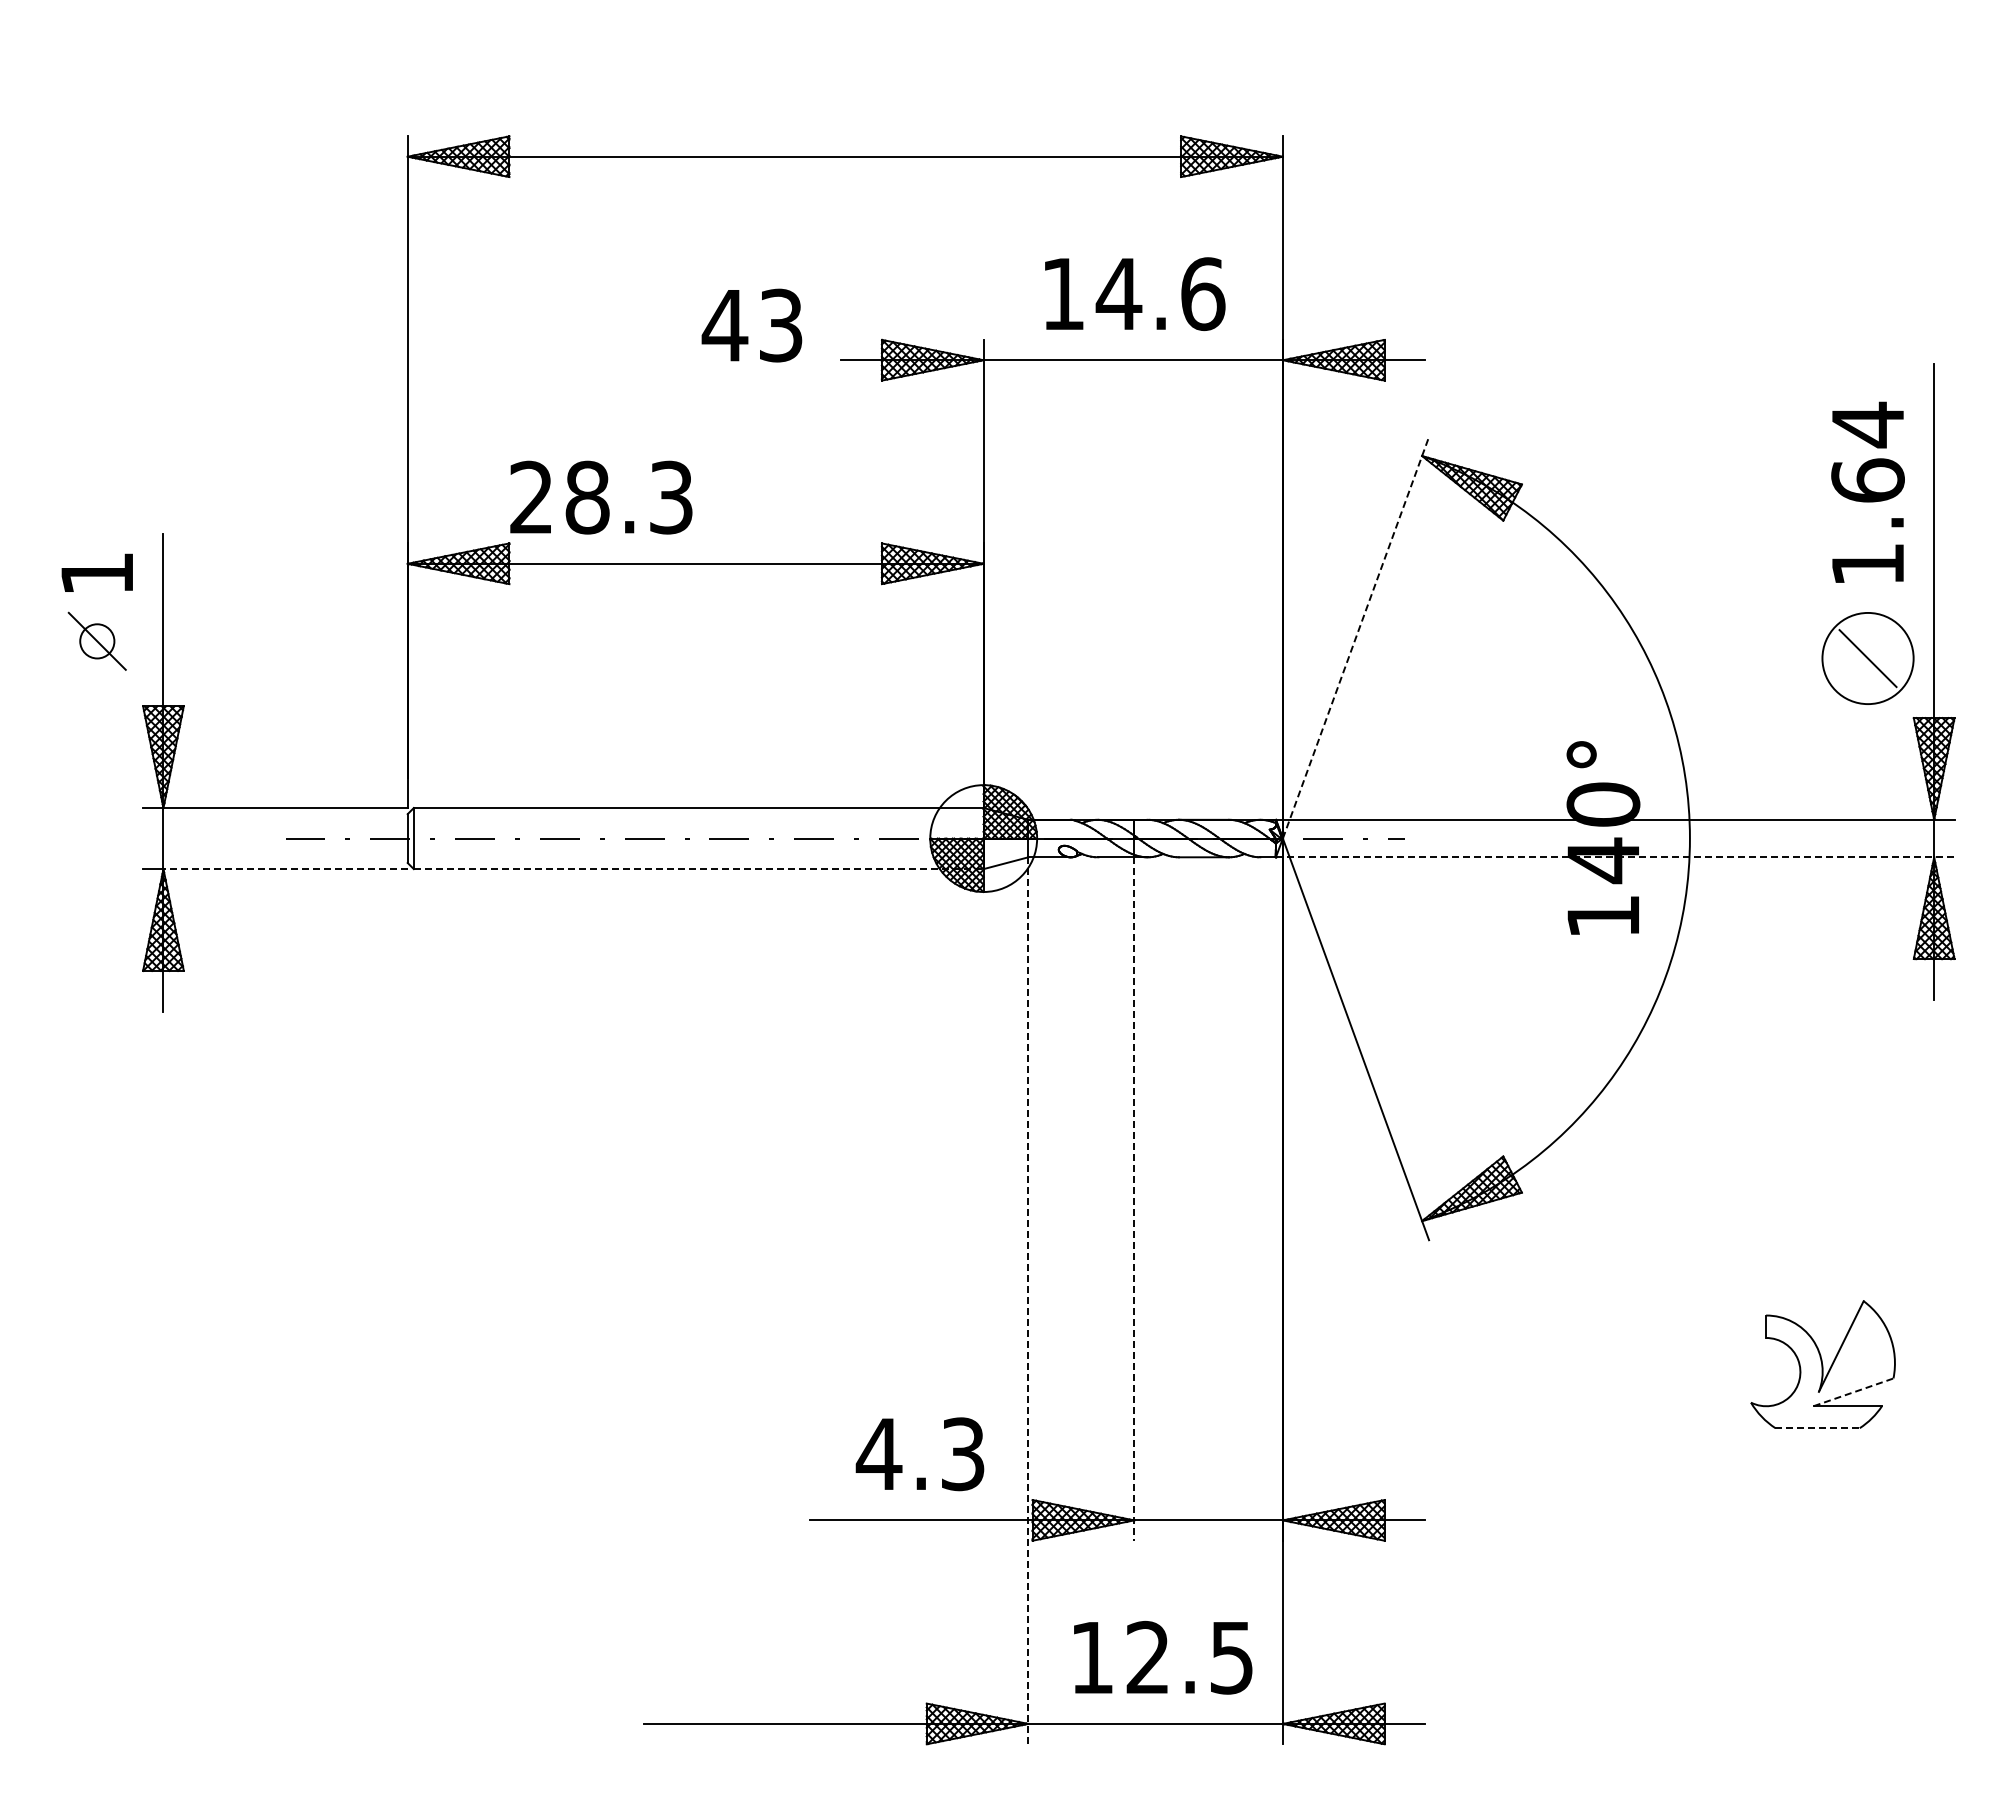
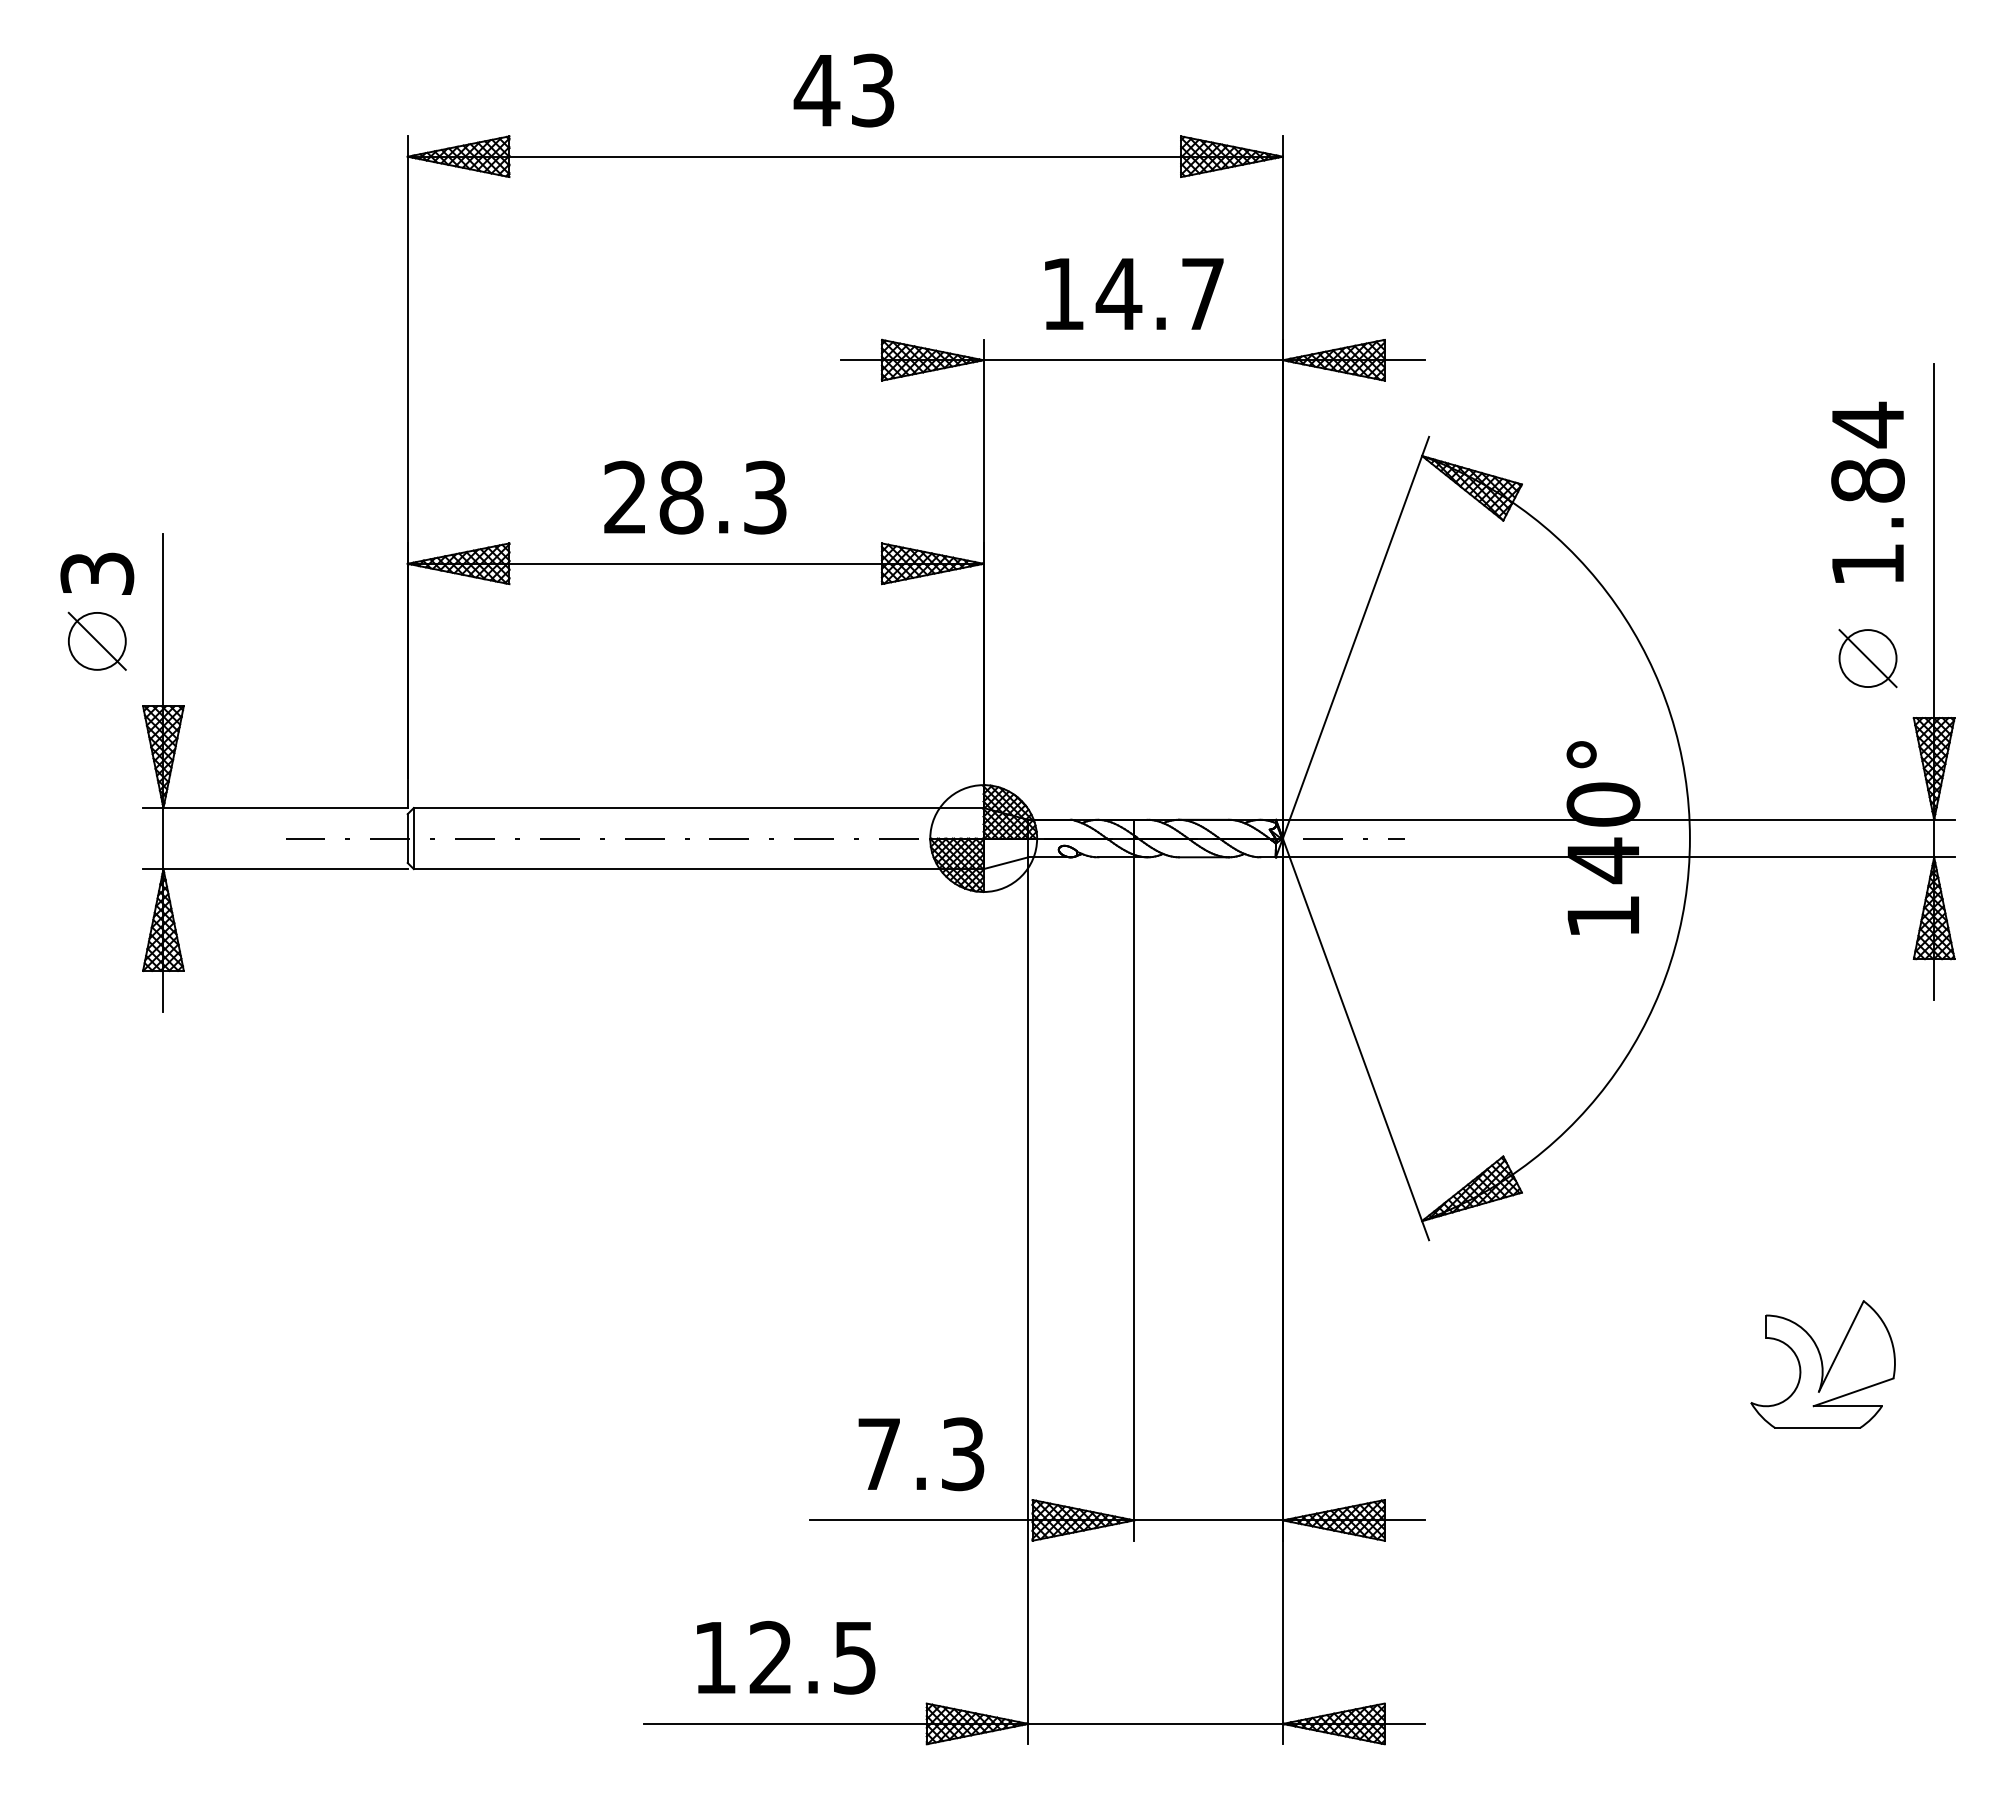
text at (1203, 294): 14.6 -> 14.7
text at (751, 325) position: (751, 325) -> (843, 90)
text at (1867, 480): 1.64 -> 1.84
text at (601, 497) position: (601, 497) -> (695, 497)
text at (97, 573): 1 -> 3
line at (1355, 637): dashed -> solid
circle at (97, 641) diameter: 34 px -> 57 px
circle at (1867, 658) diameter: 91 px -> 57 px
line at (1615, 857): dashed -> solid
line at (285, 869): dashed -> solid
line at (698, 869): dashed -> solid
line at (1134, 1199): dashed -> solid
line at (1028, 1301): dashed -> solid
line at (1854, 1392): dashed -> solid
line at (1818, 1428): dashed -> solid
text at (878, 1453): 4.3 -> 7.3
text at (1163, 1657) position: (1163, 1657) -> (786, 1657)
